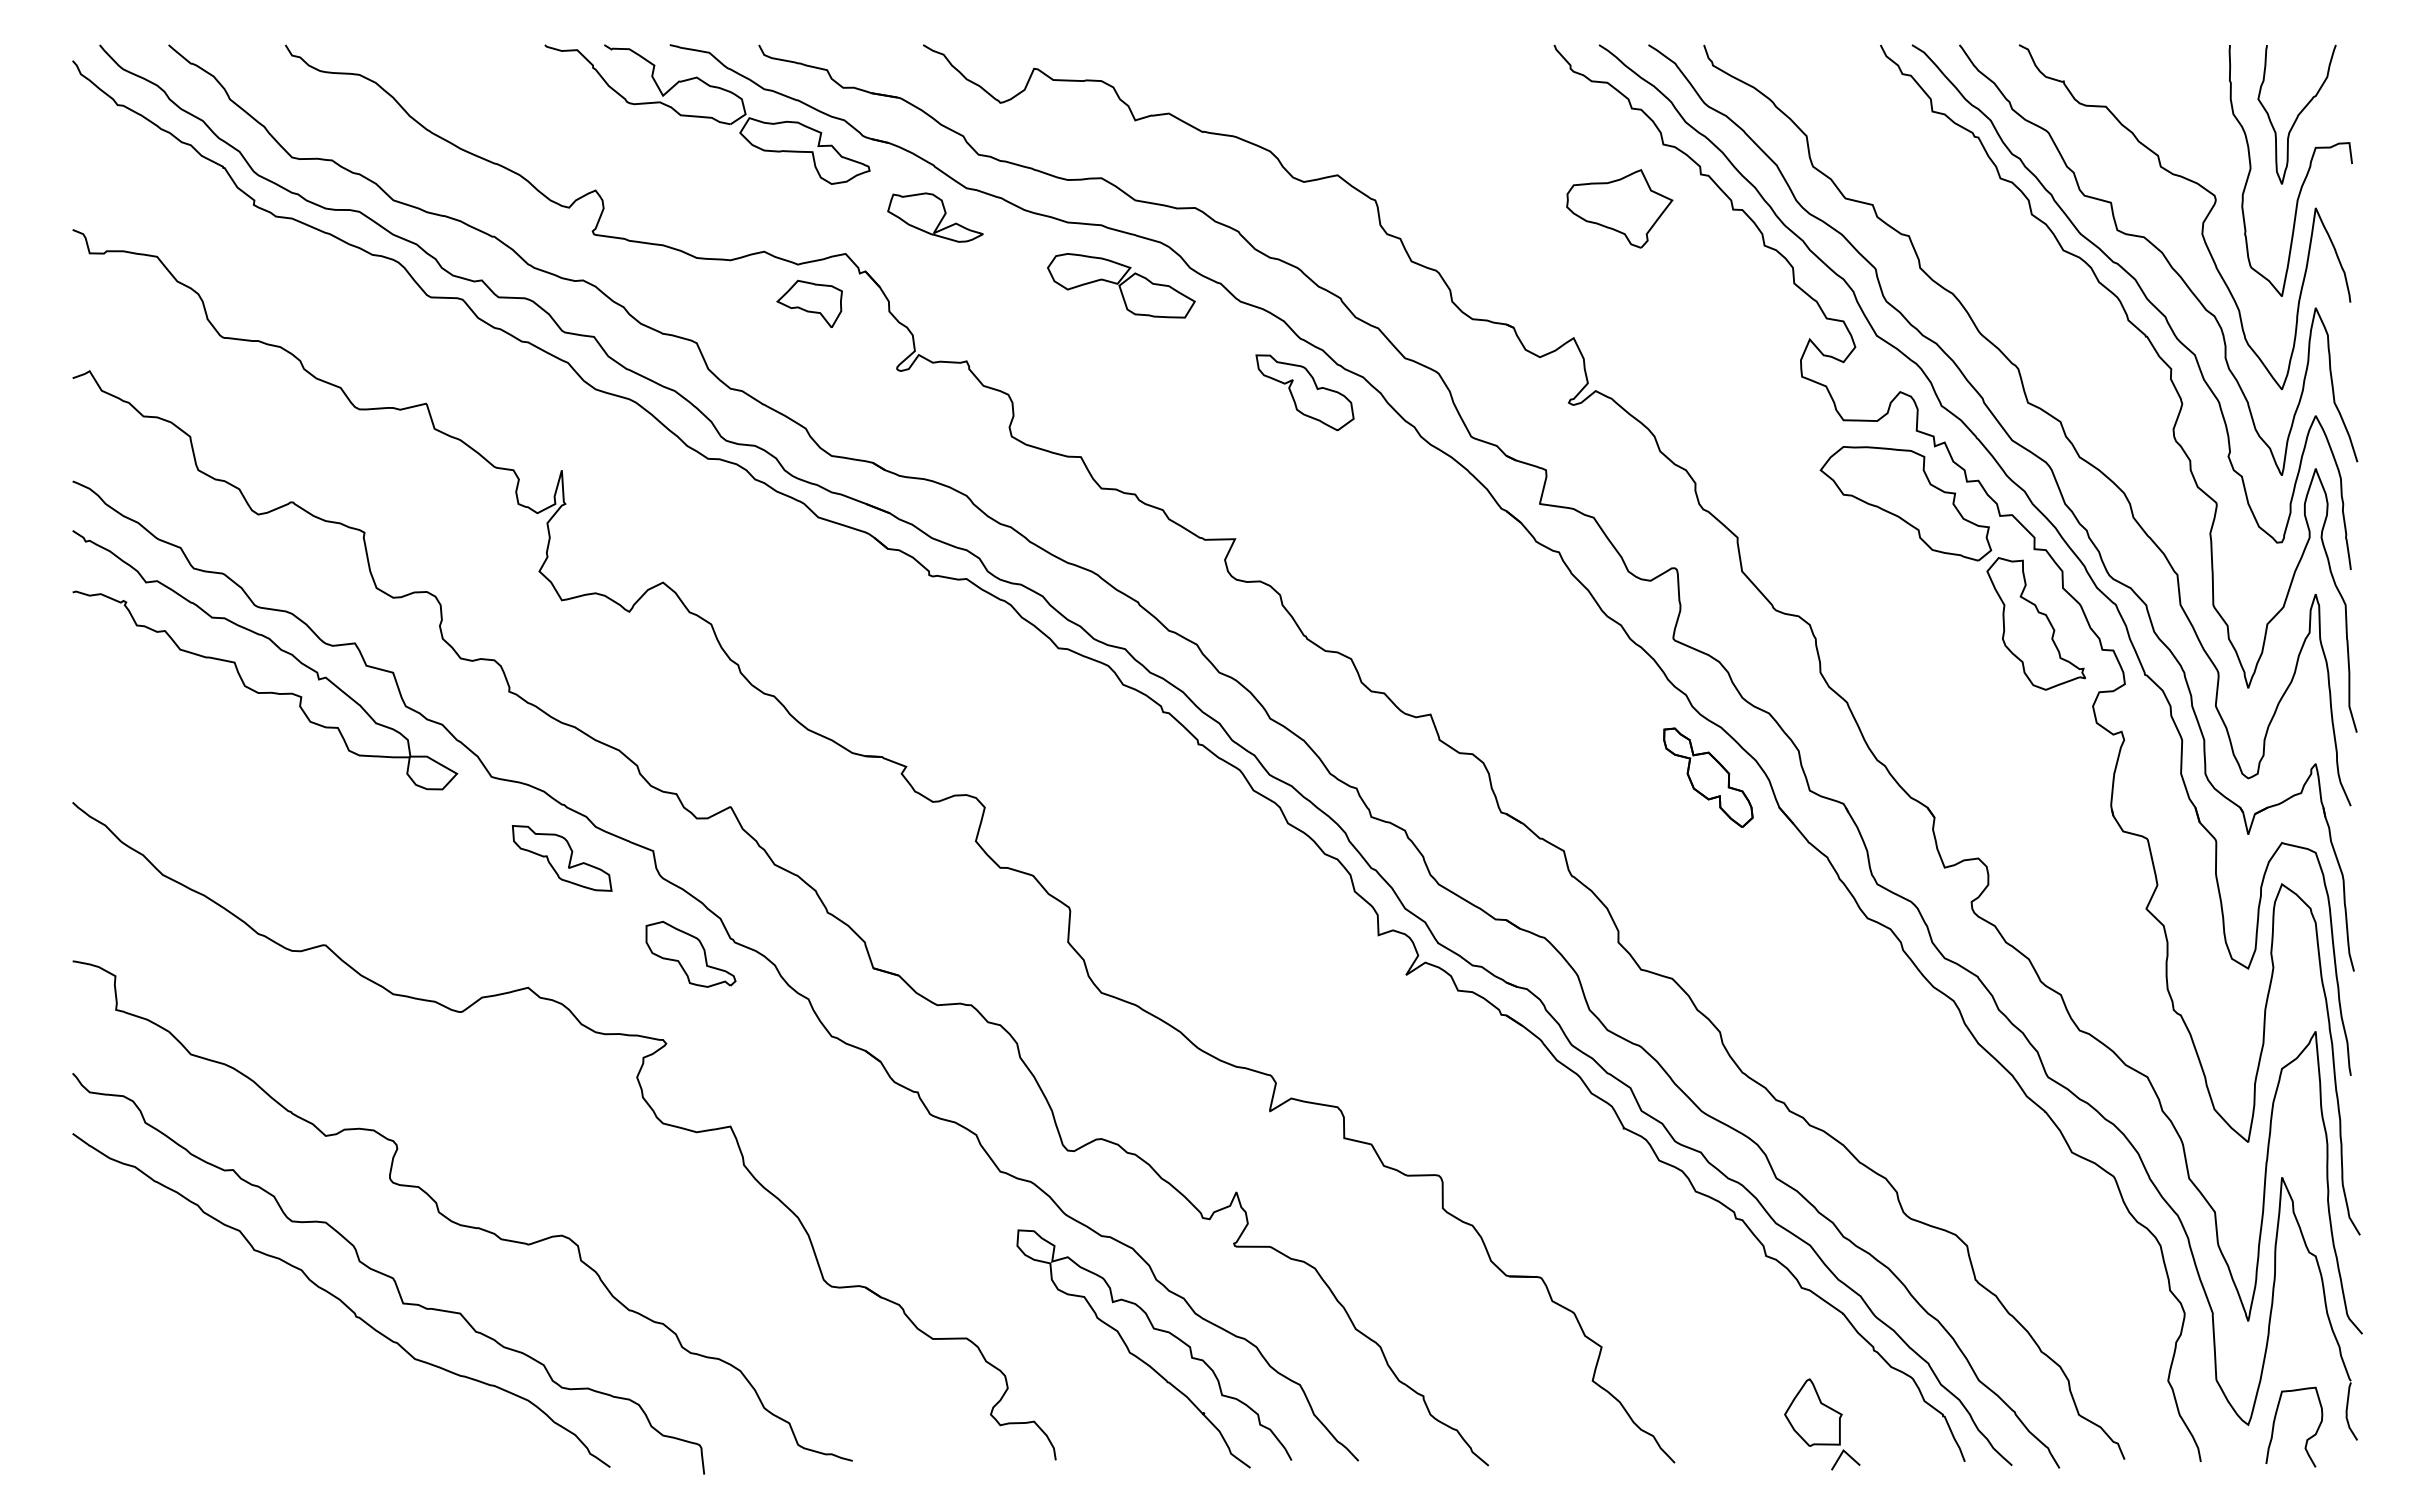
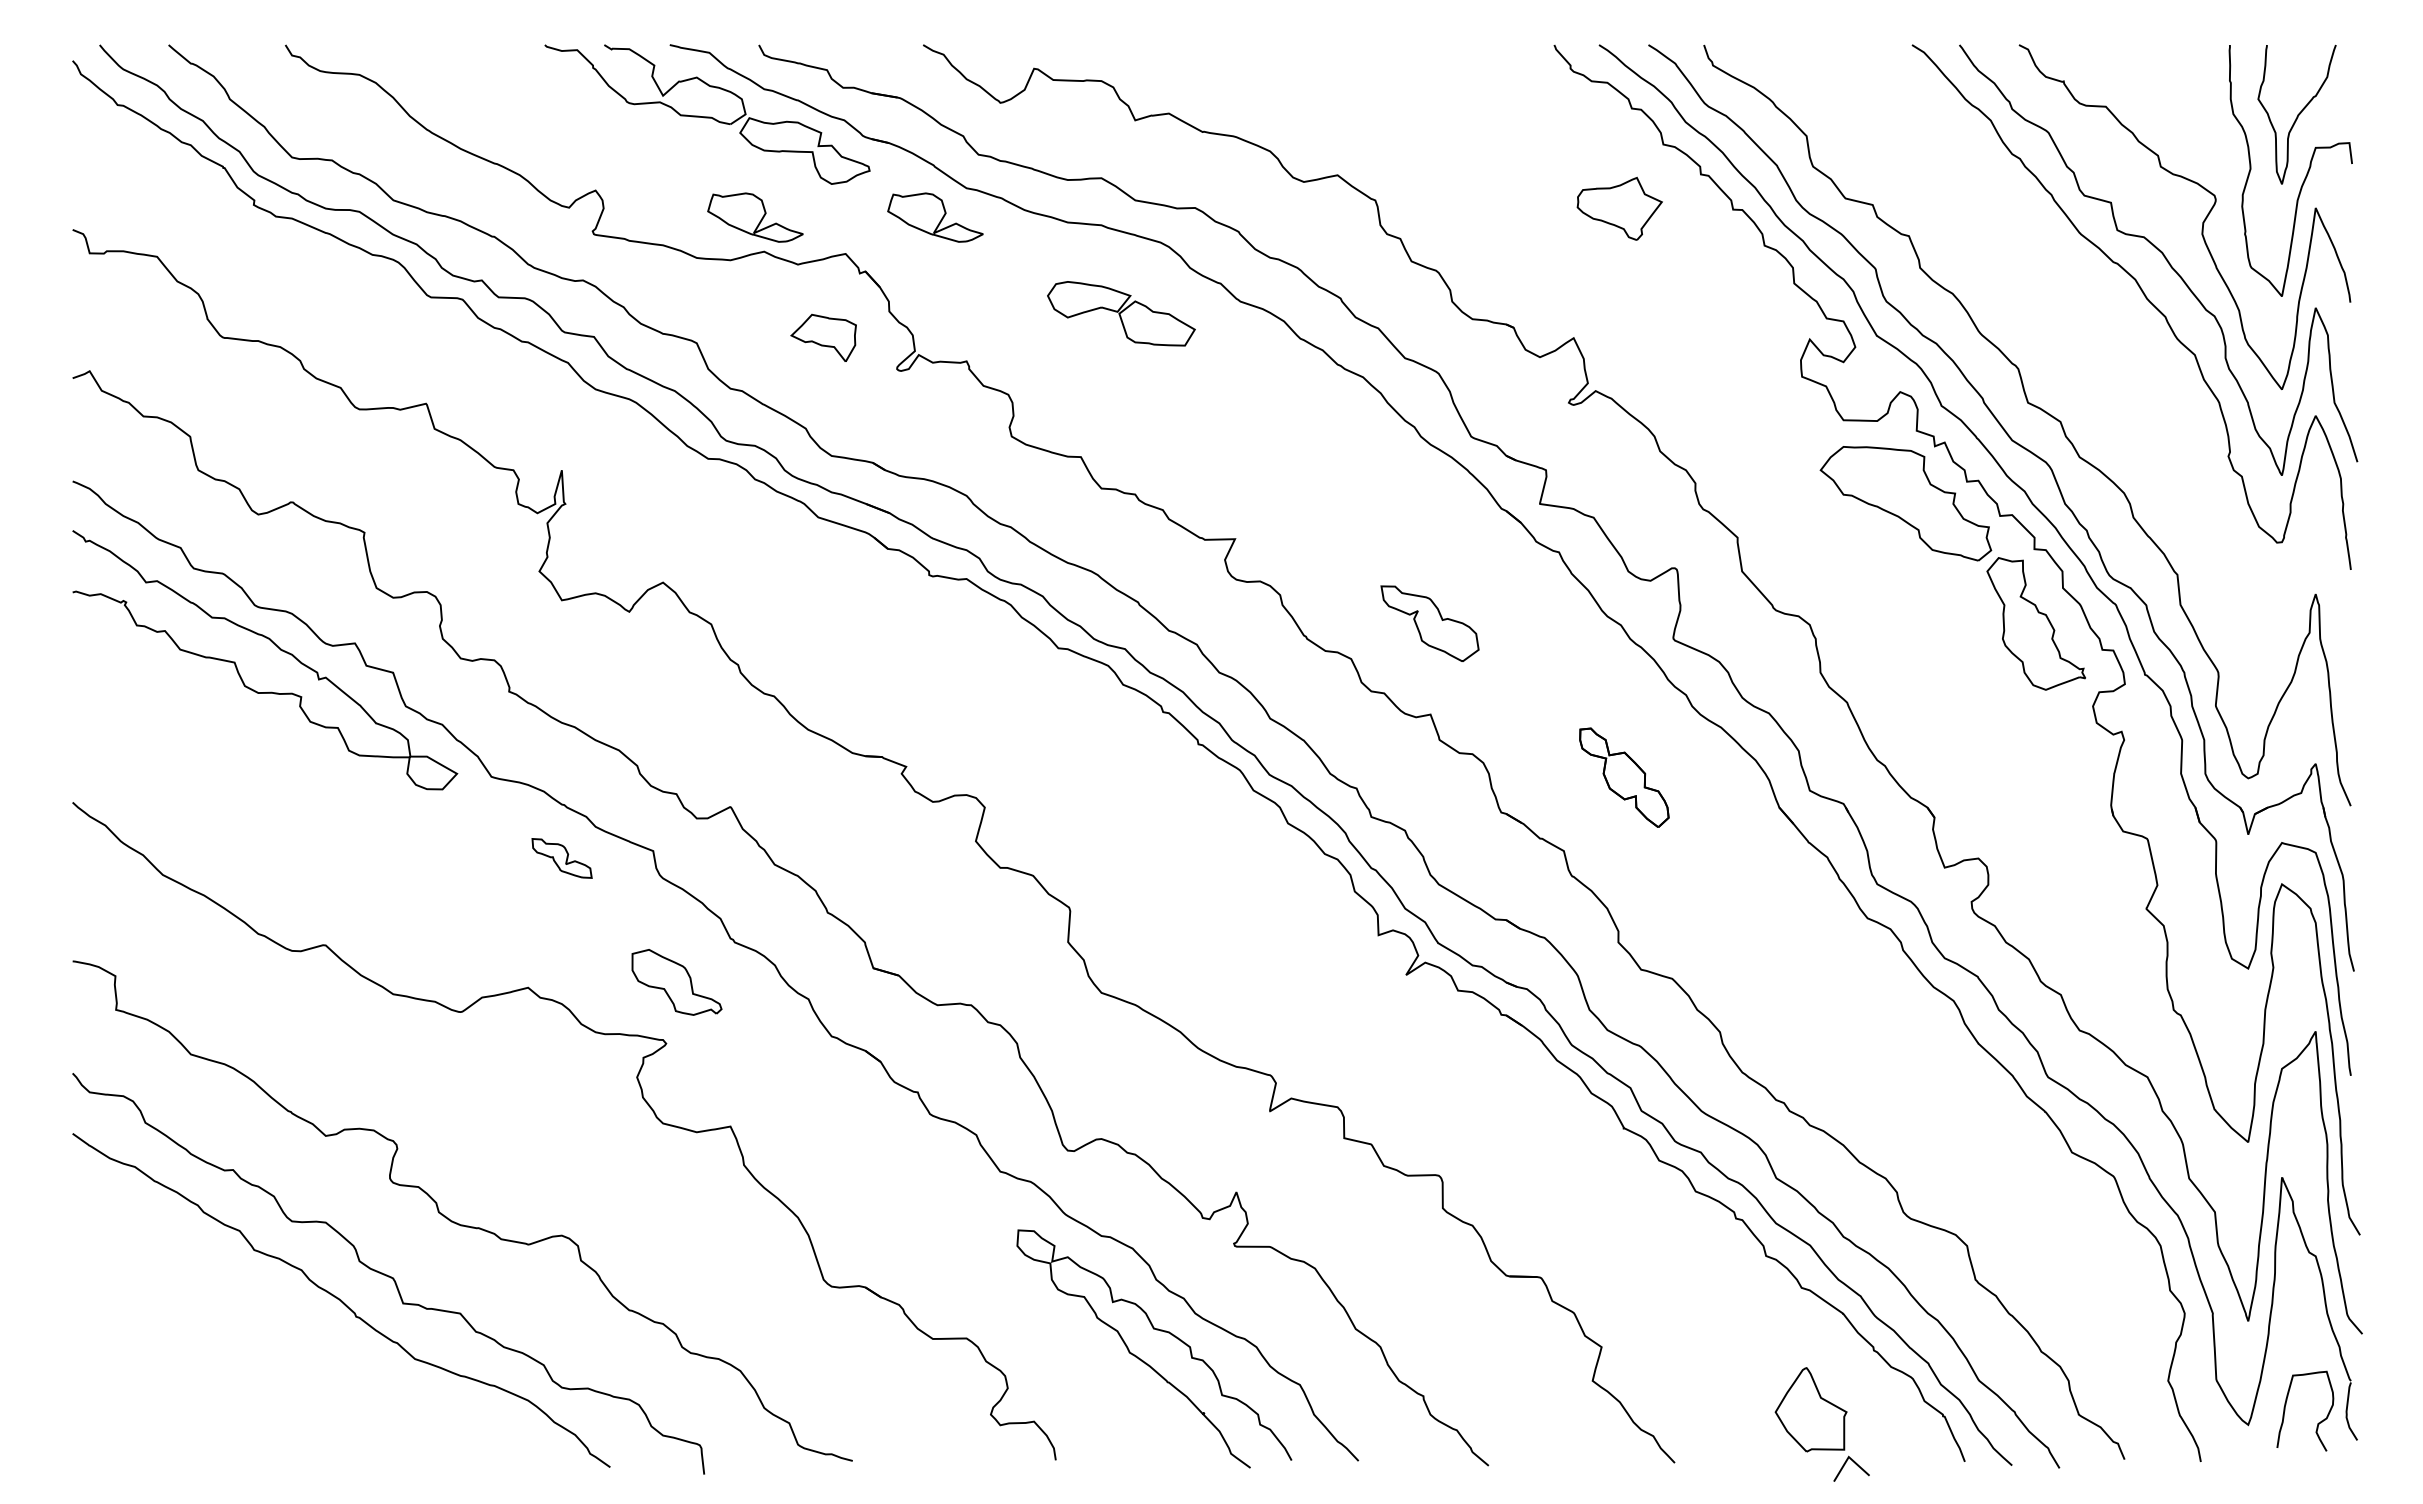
part at (1619, 208) size: 108x80 px -> 87x65 px
part at (755, 217): none -> present
part at (1121, 285) position: (1121, 285) -> (1121, 313)
part at (809, 303) position: (809, 303) -> (823, 337)
curve at (2158, 357): present -> none
part at (1304, 392) position: (1304, 392) -> (1429, 623)
part at (1708, 777) position: (1708, 777) -> (1624, 777)
part at (561, 858) size: 102x67 px -> 62x41 px
part at (690, 954) position: (690, 954) -> (676, 982)
part at (1822, 1424) size: 77x93 px -> 96x115 px
curve at (2307, 1438) position: (2307, 1438) -> (2318, 1422)
